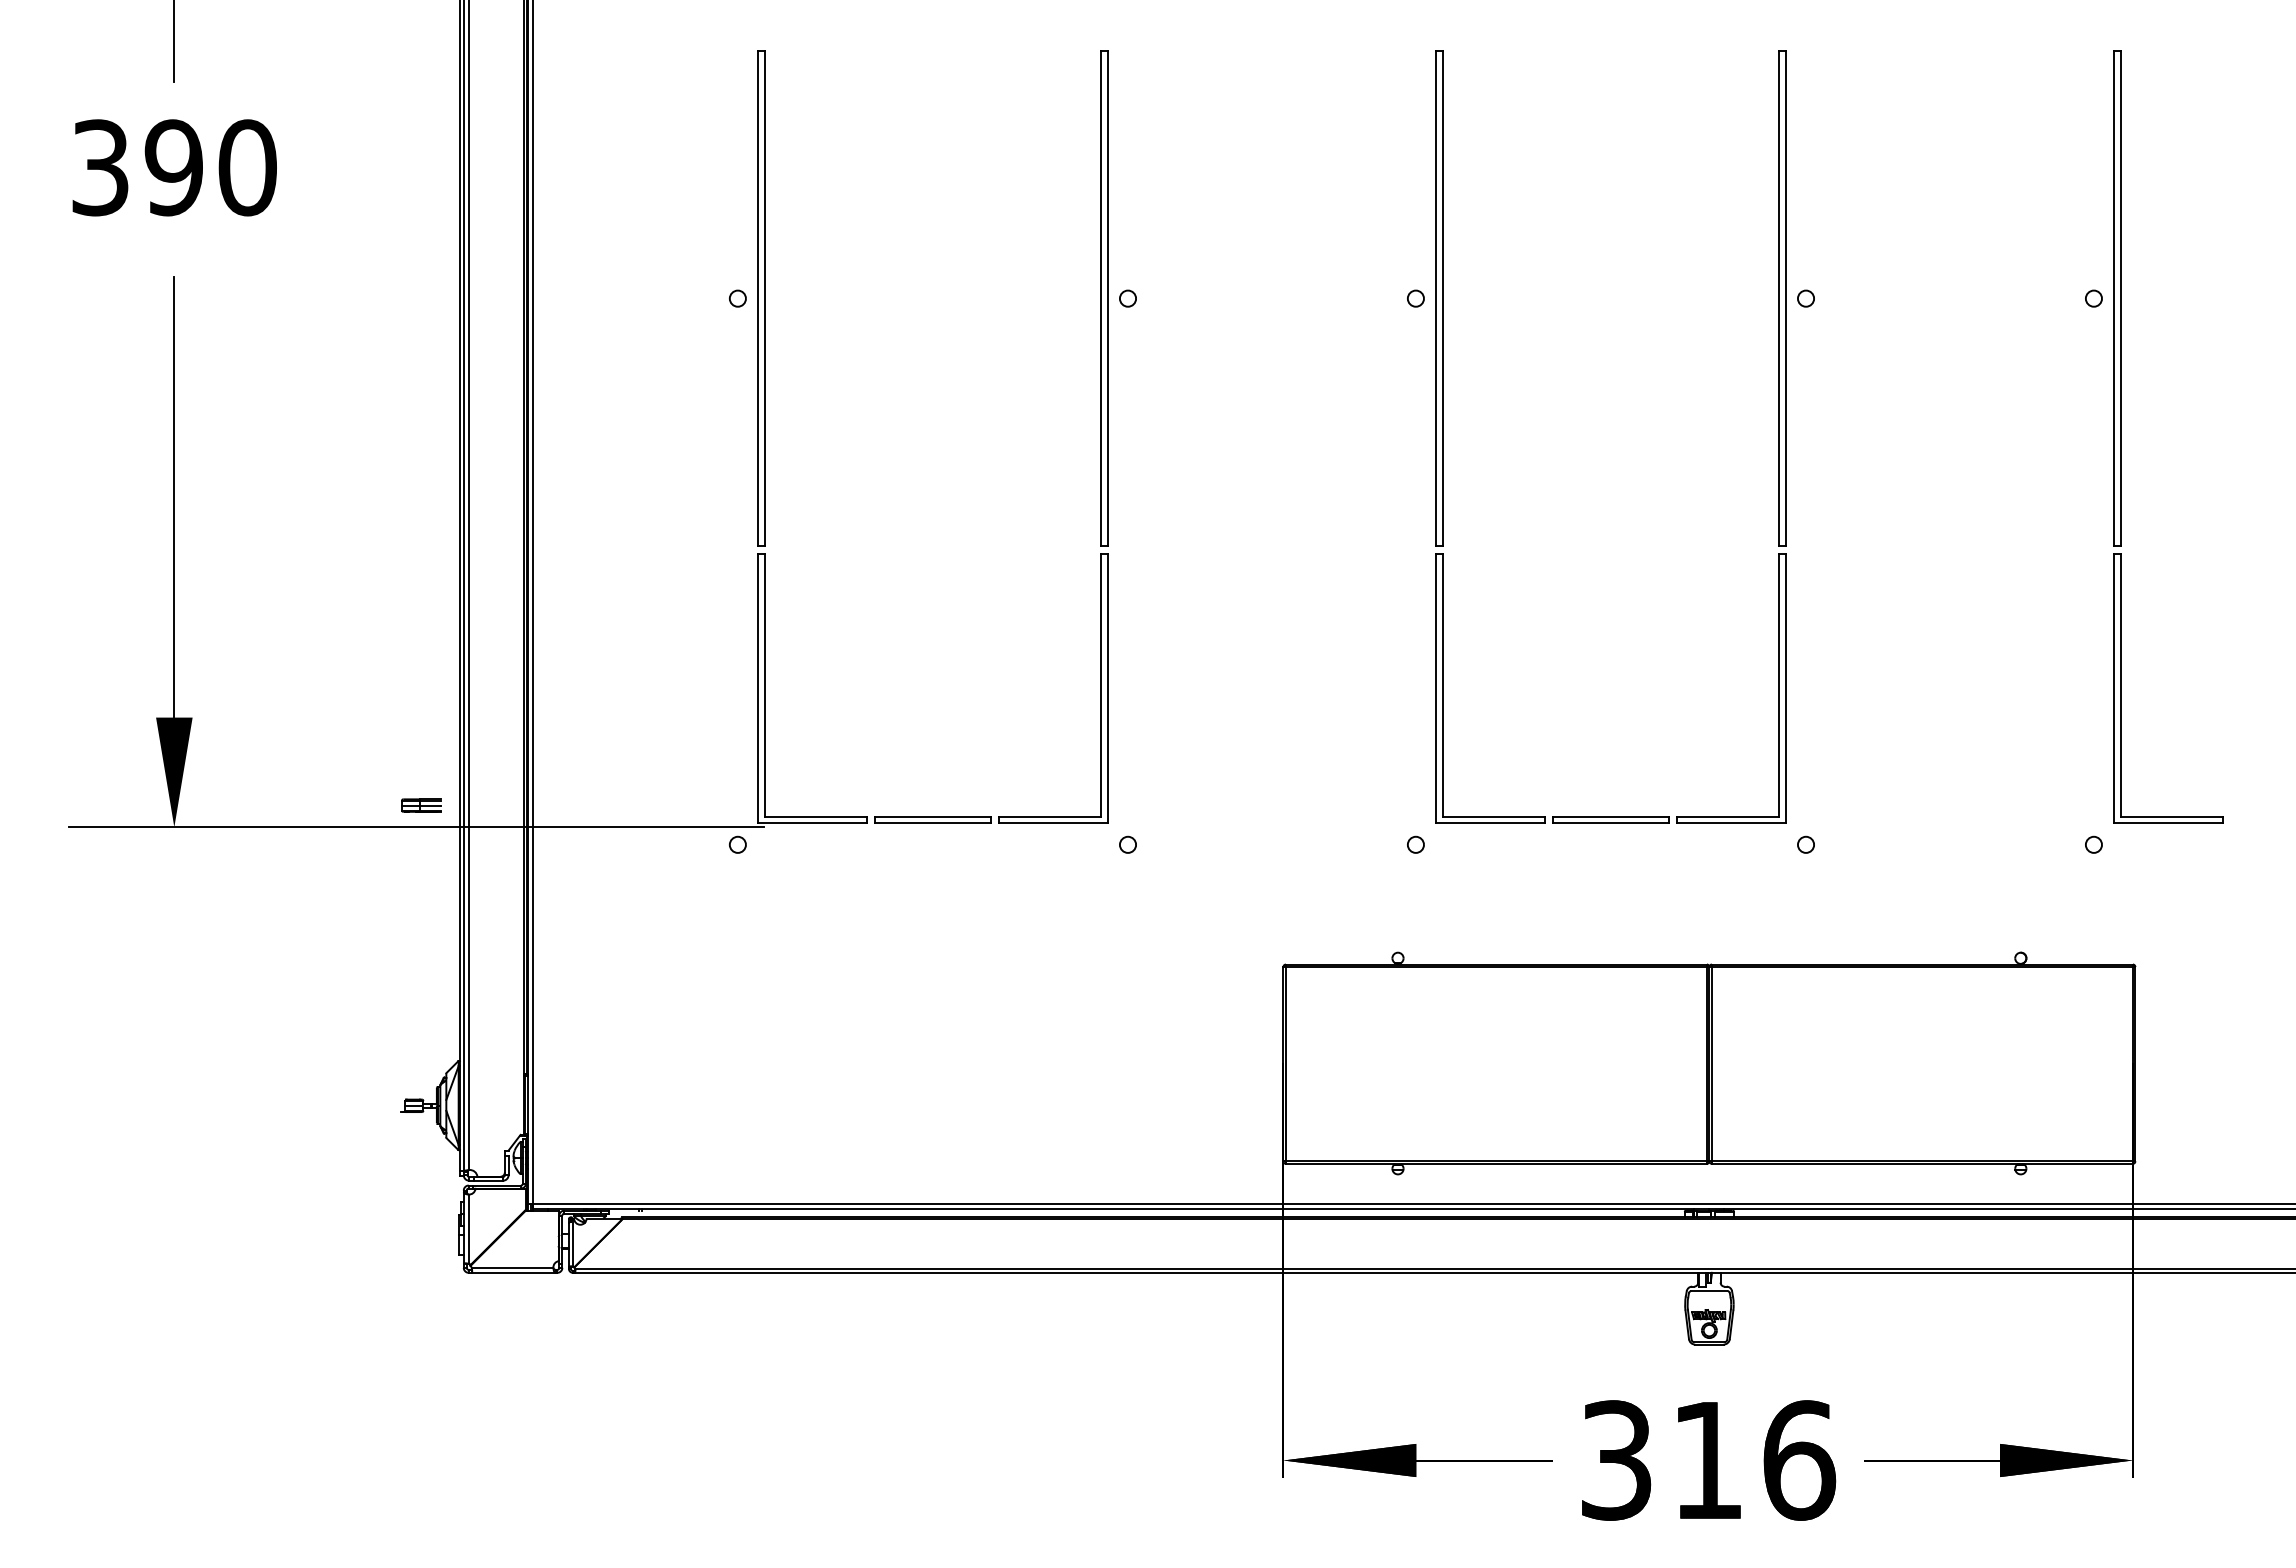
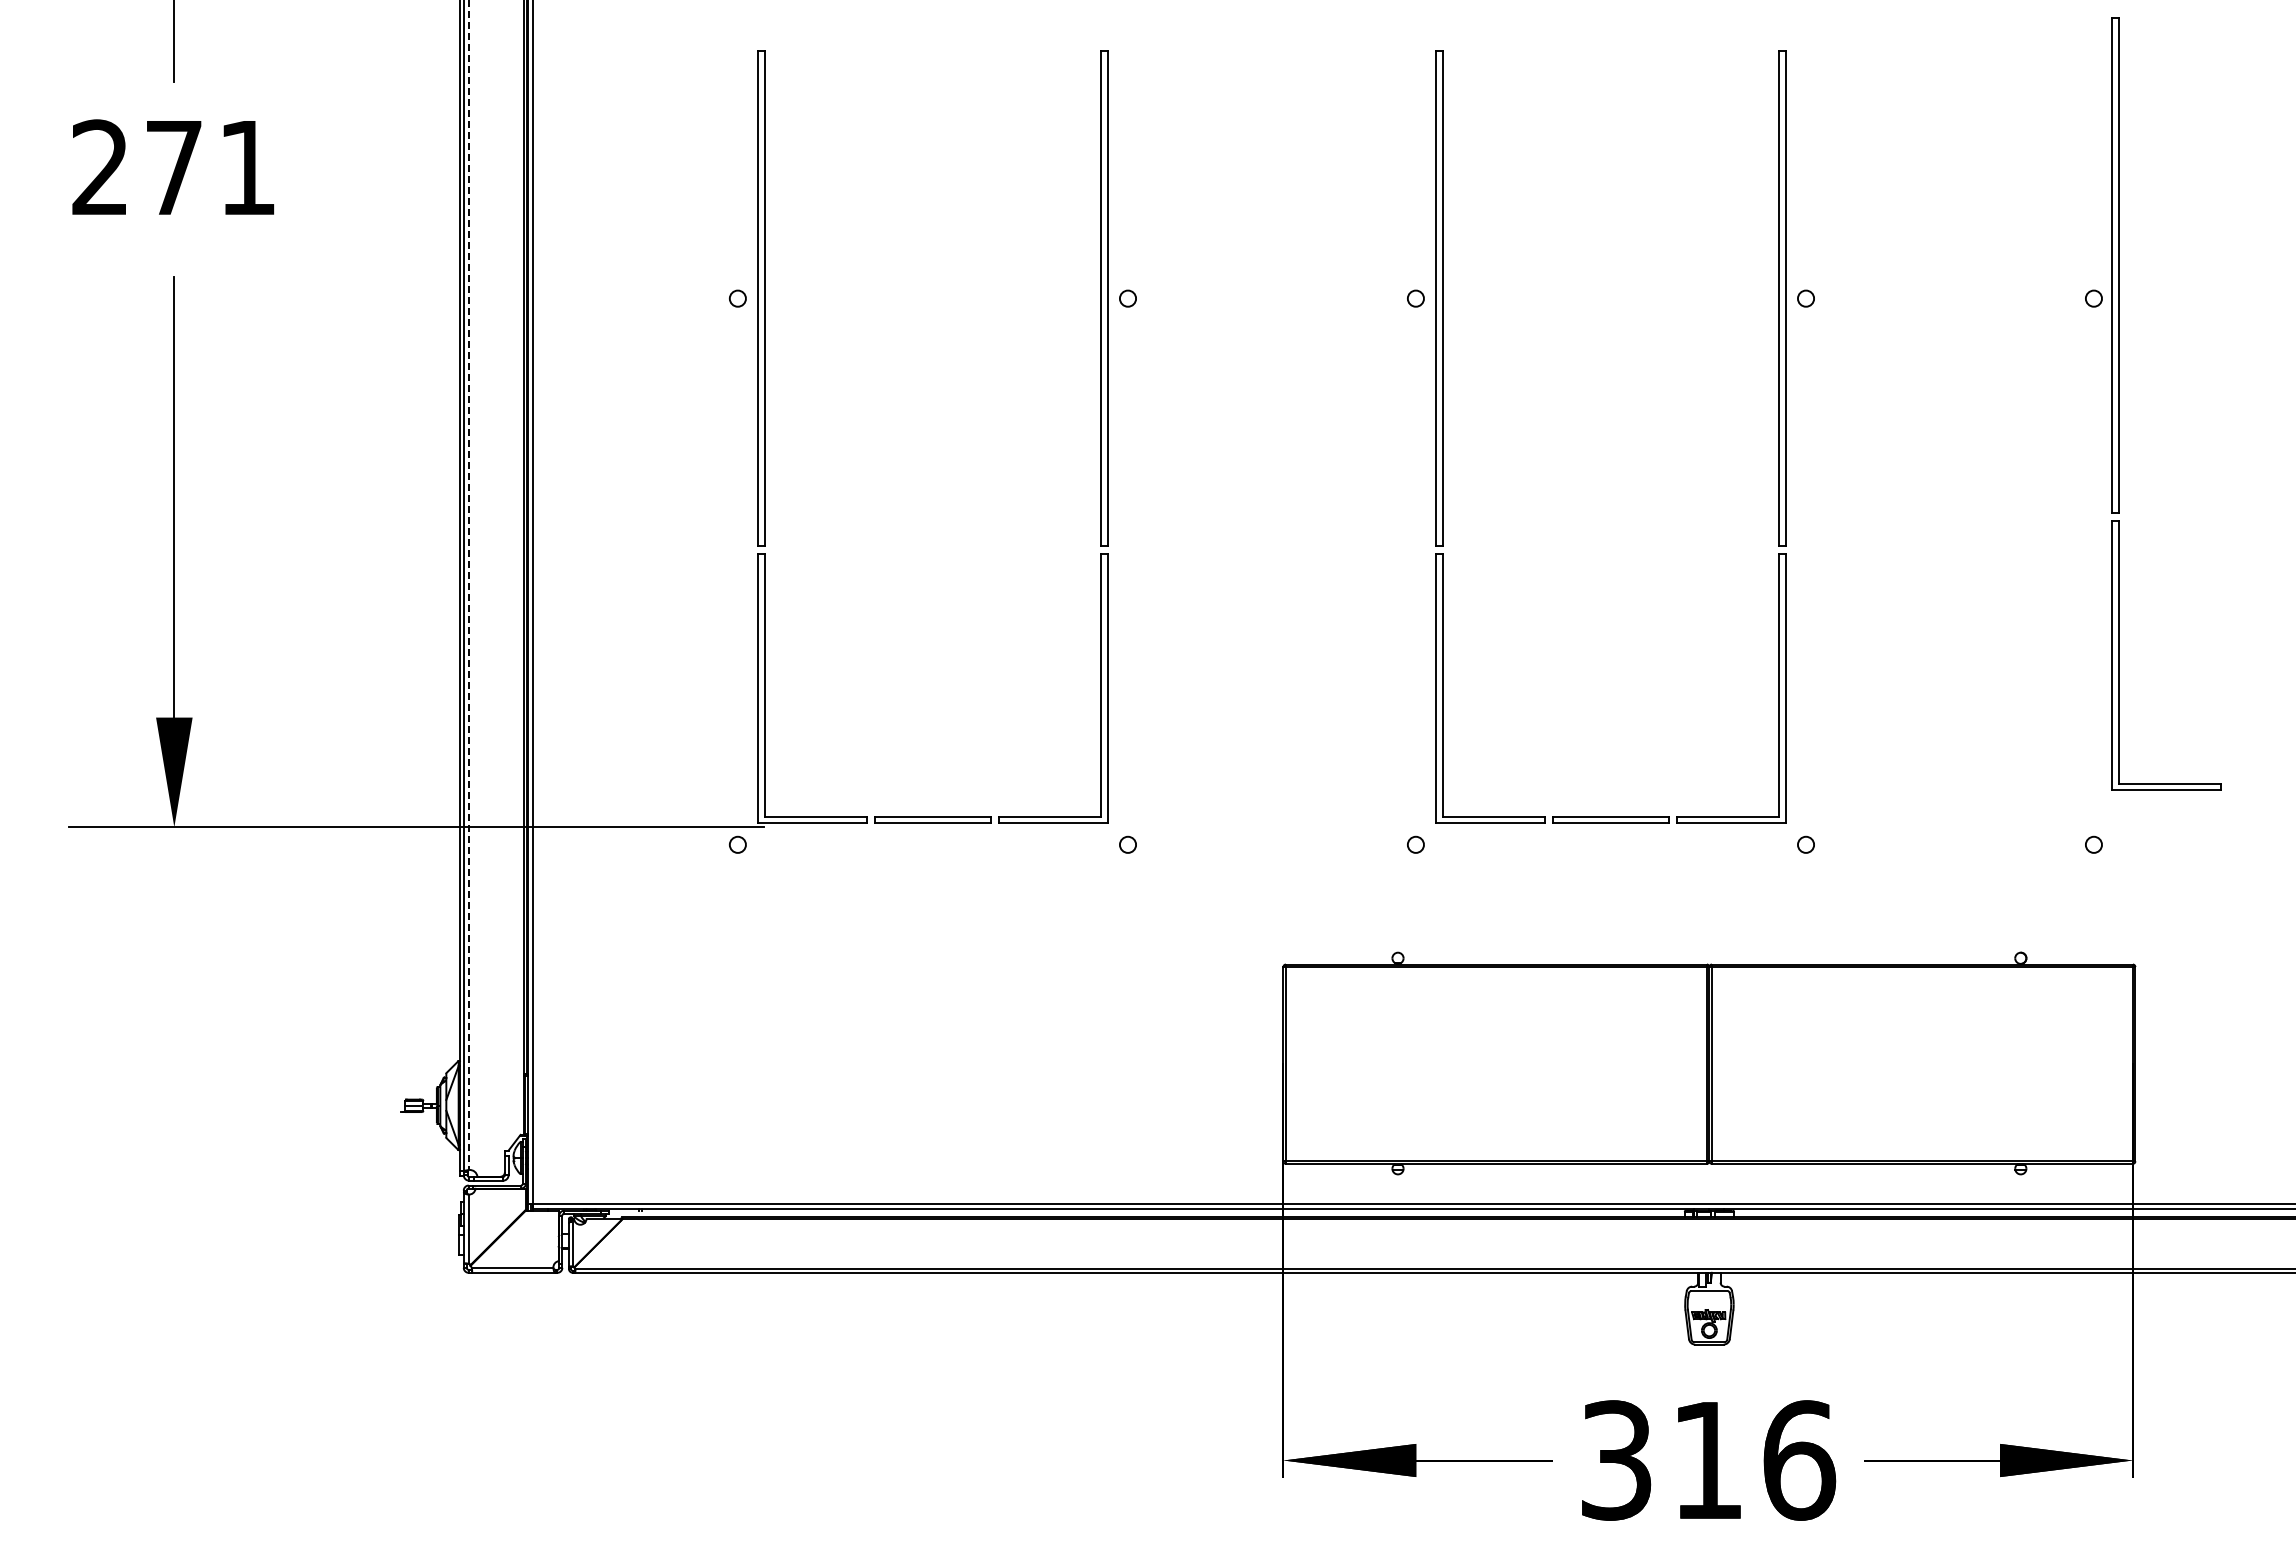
text at (174, 167): 390 -> 271
part at (2121, 436) position: (2121, 436) -> (2119, 403)
line at (469, 585): solid -> dashed
part at (421, 805): present -> none
